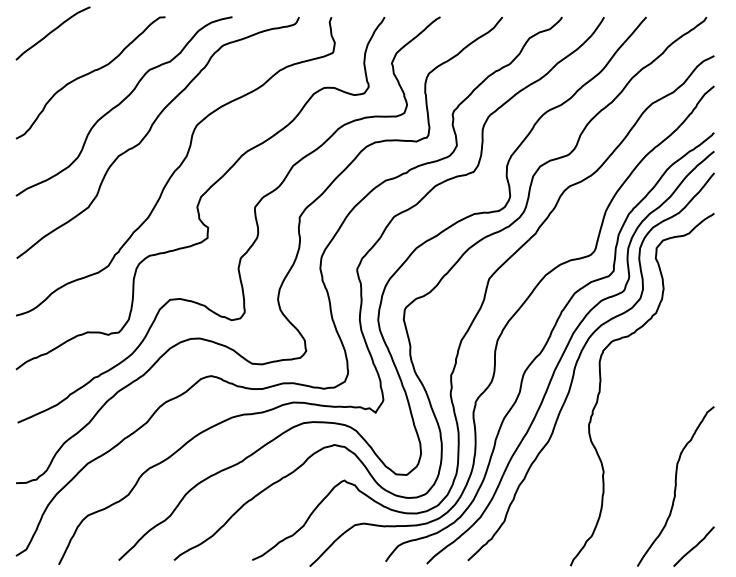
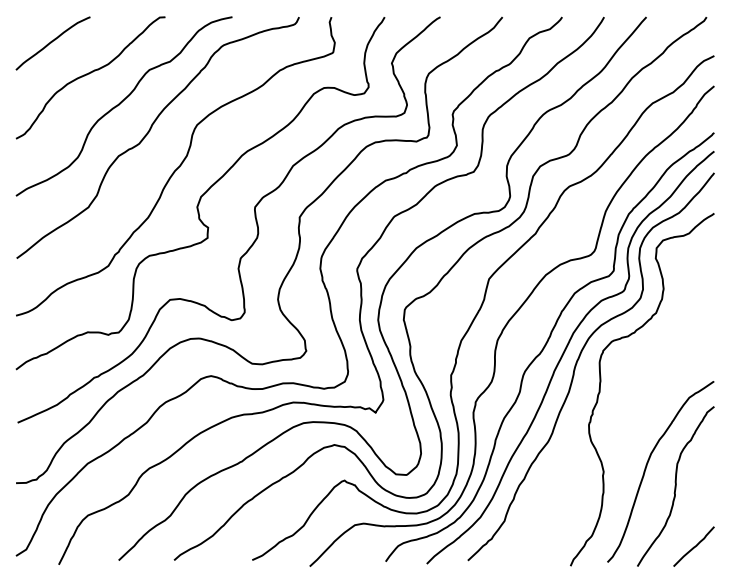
curve at (52, 32) position: (52, 32) -> (52, 42)
curve at (647, 466): none -> present
